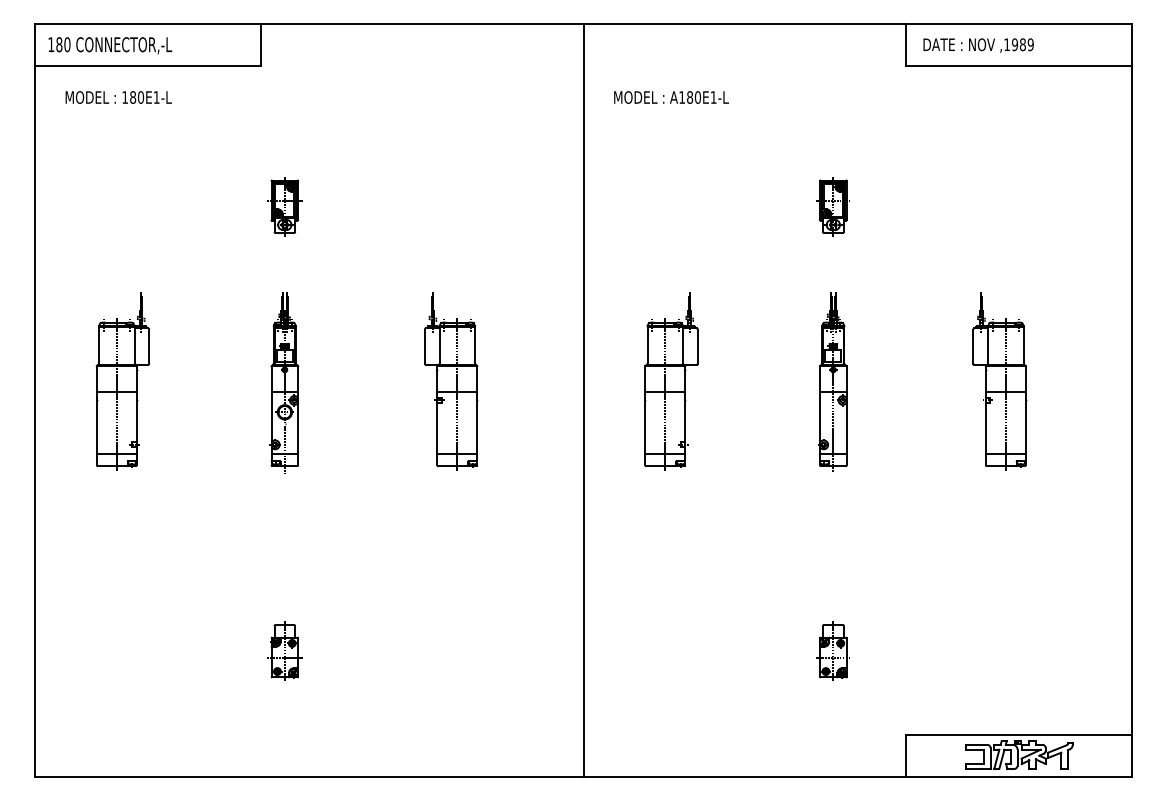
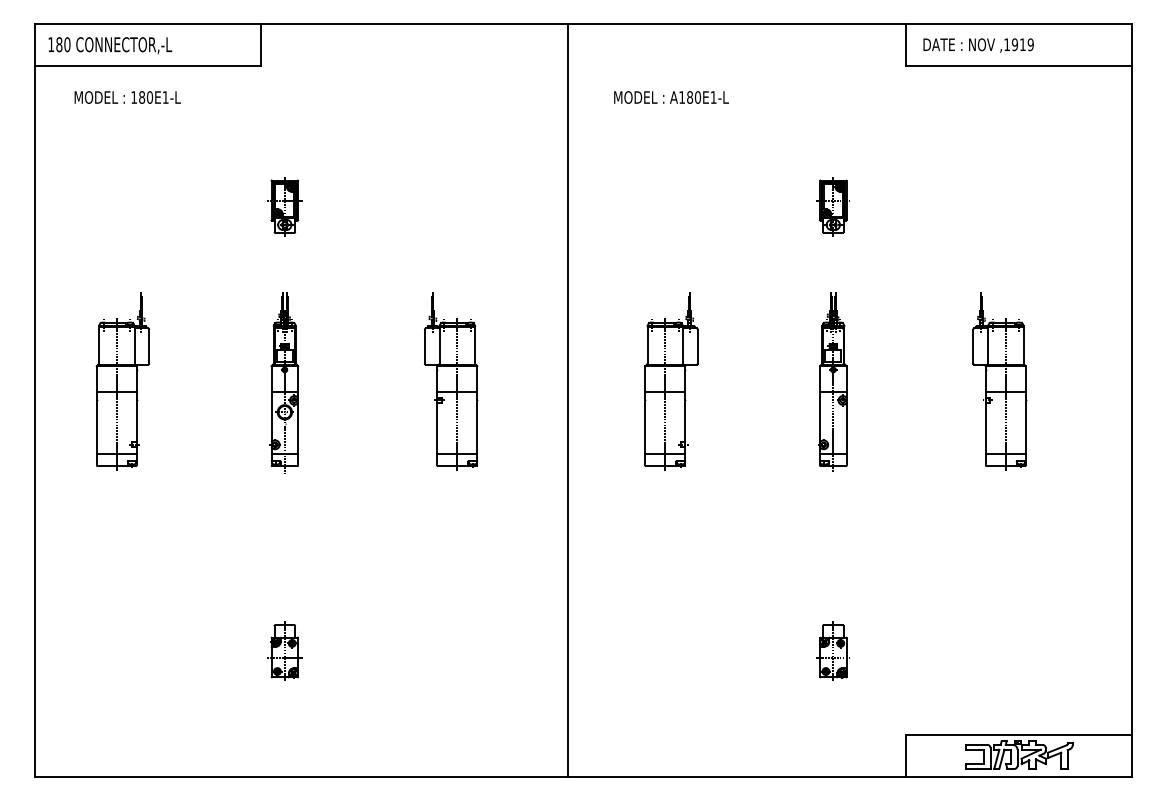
text at (1022, 44): ,1989 -> ,1919
text at (118, 97) position: (118, 97) -> (127, 97)
line at (583, 400) position: (583, 400) -> (567, 400)
